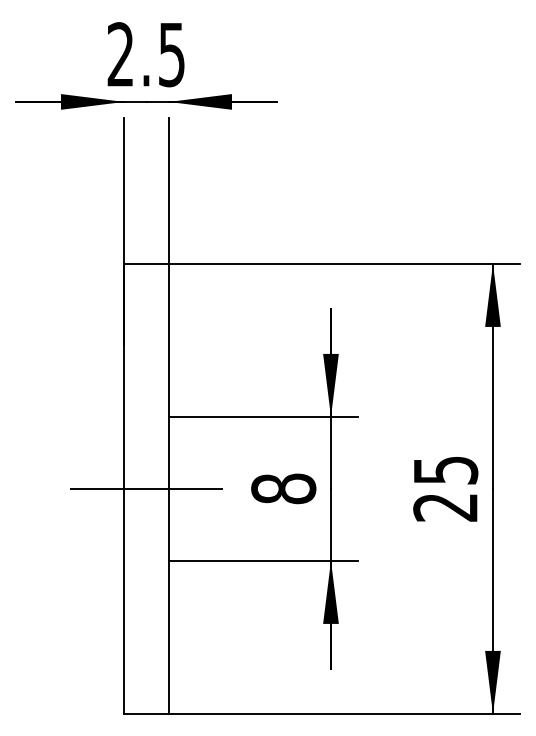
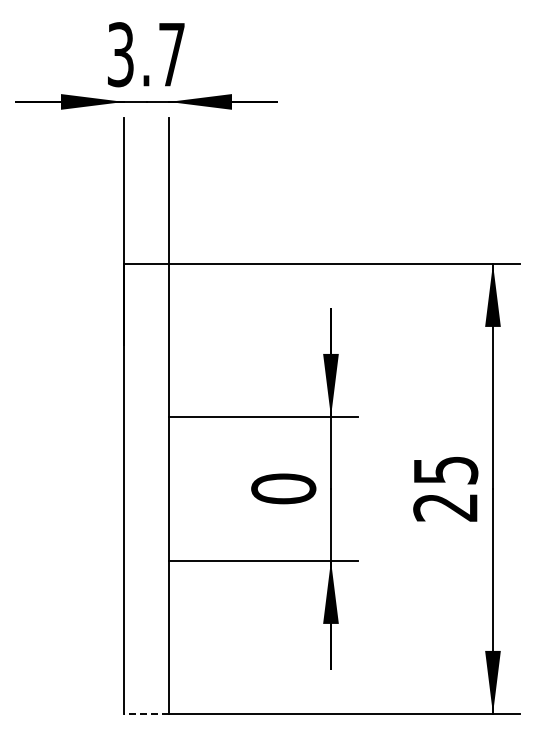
text at (145, 54): 2.5 -> 3.7
line at (146, 488): present -> none
text at (283, 488): 8 -> 0
line at (146, 713): solid -> dashed
